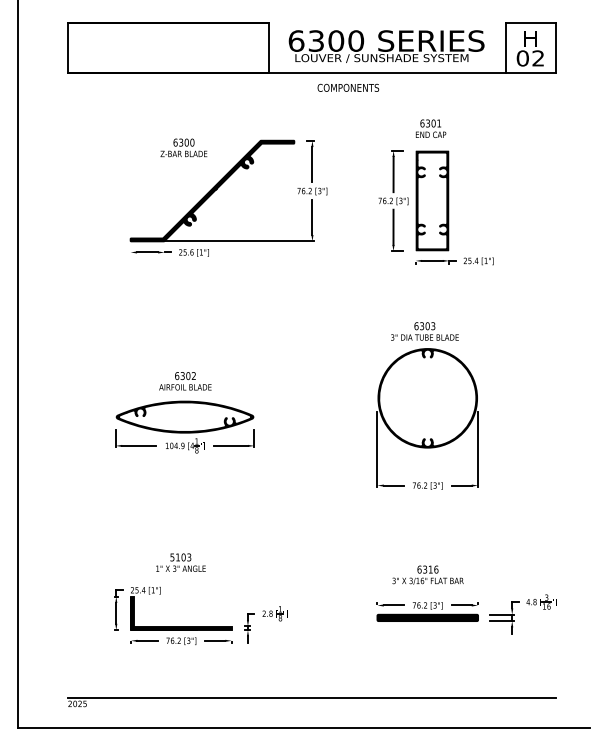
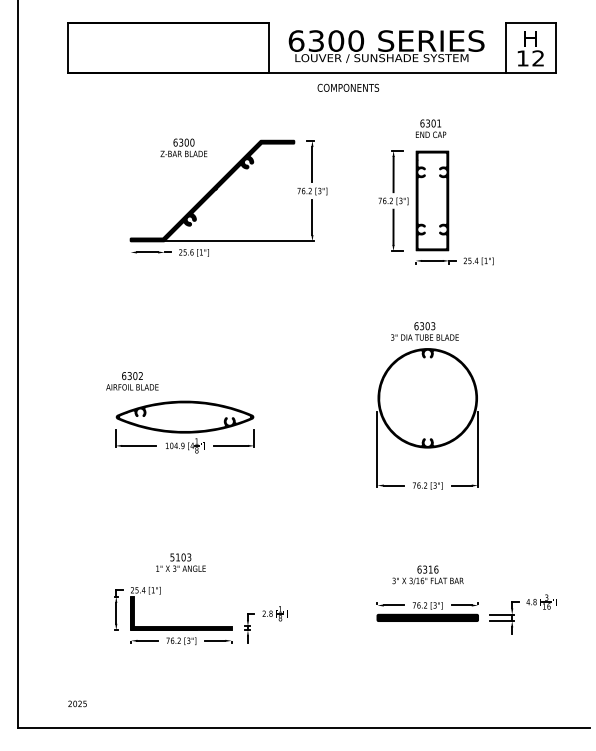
text at (522, 58): 02 -> 12
text at (185, 381) position: (185, 381) -> (132, 381)
line at (312, 698): present -> none
